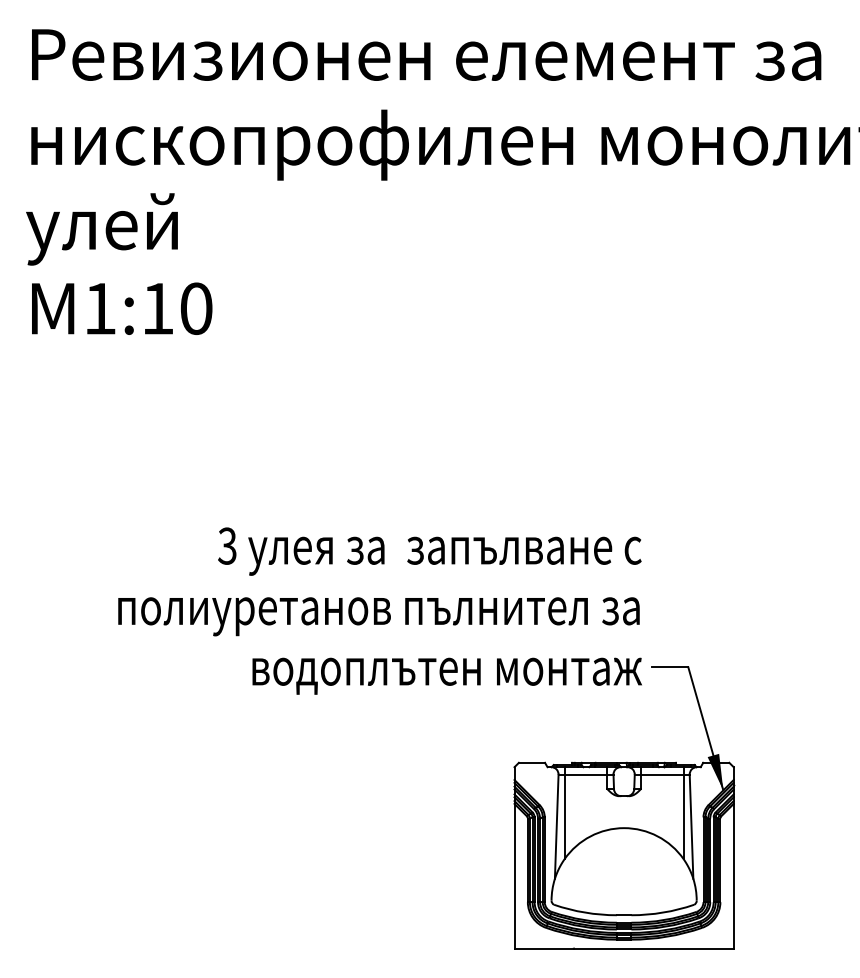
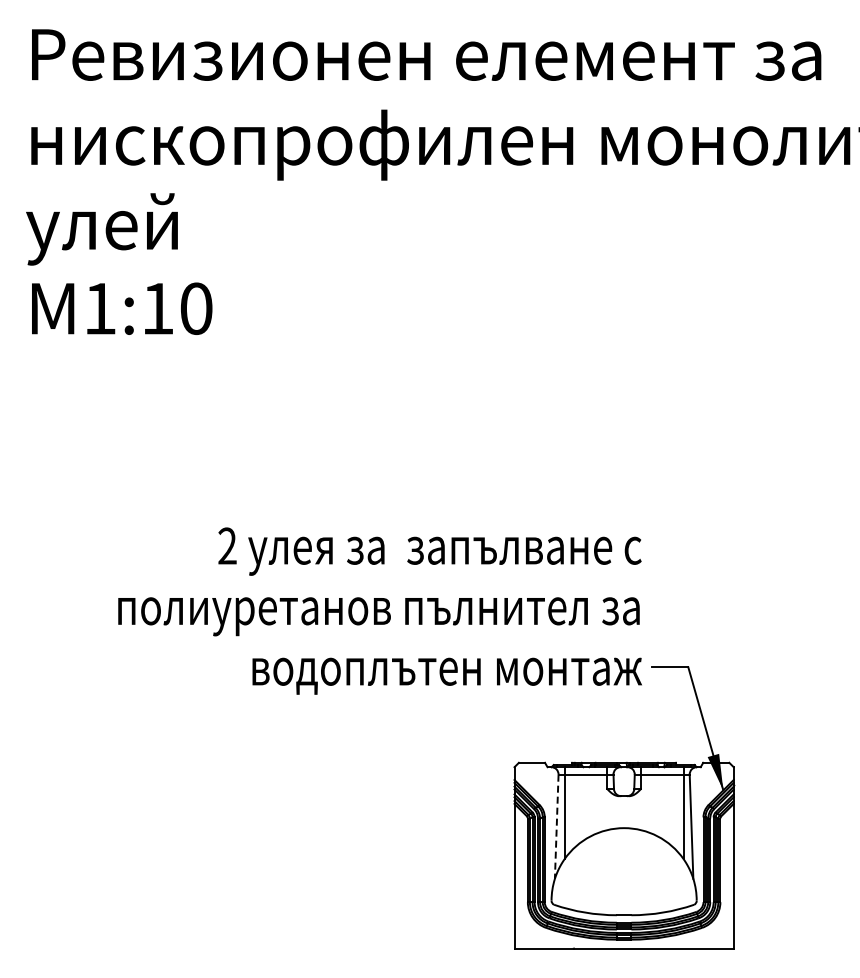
text at (227, 546): 3 -> 2
line at (556, 827): solid -> dashed
